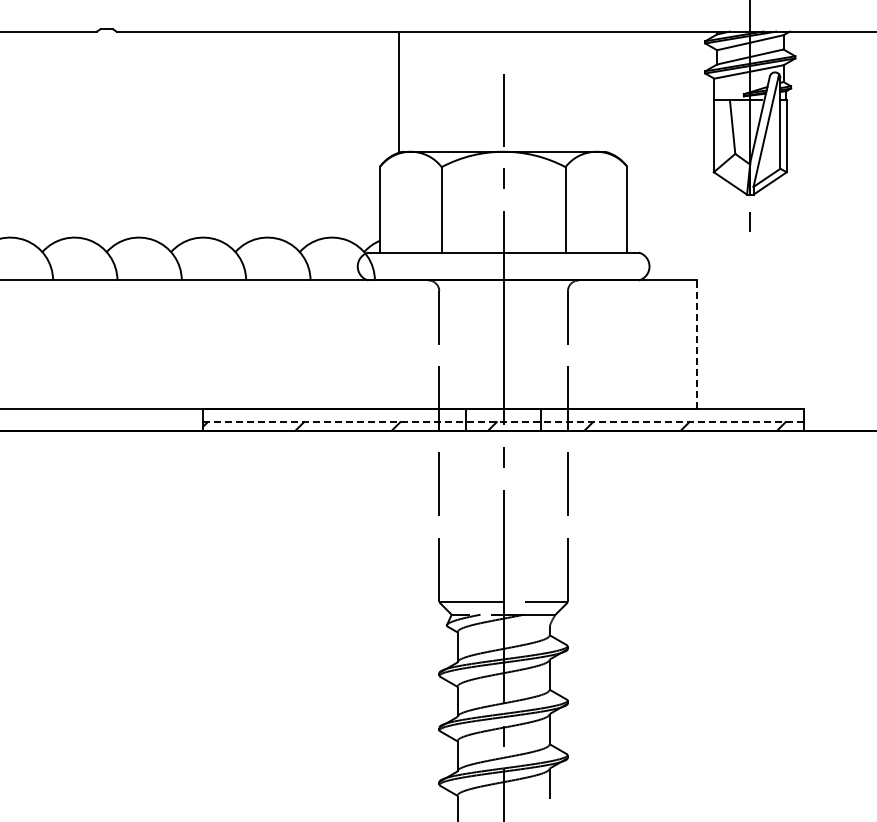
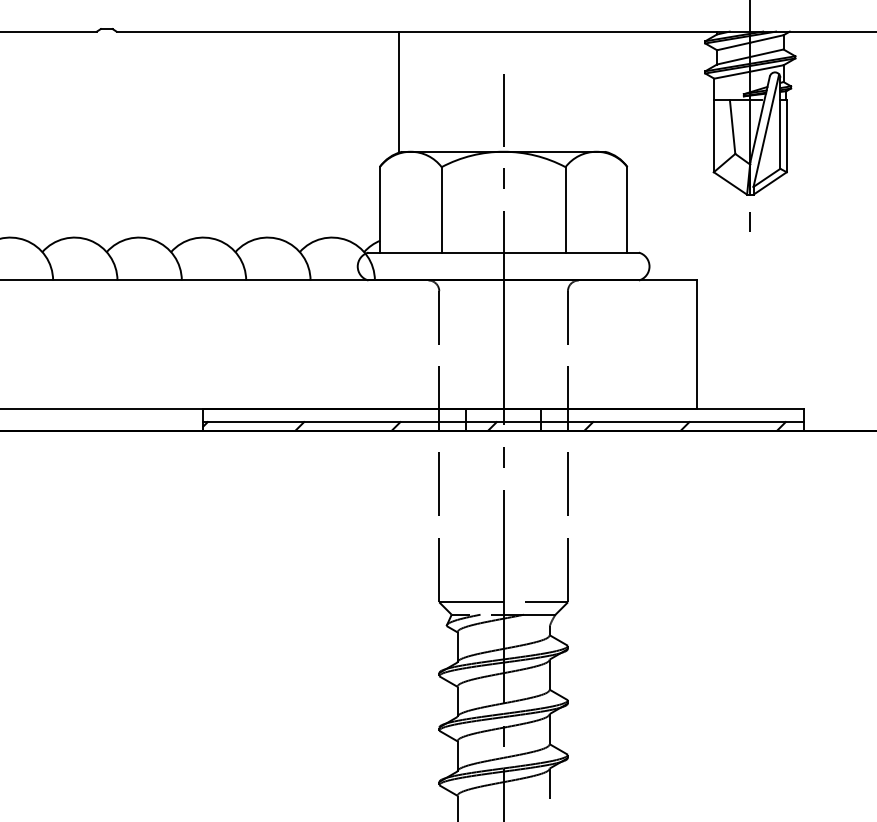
line at (696, 344): dashed -> solid
line at (503, 422): dashed -> solid
